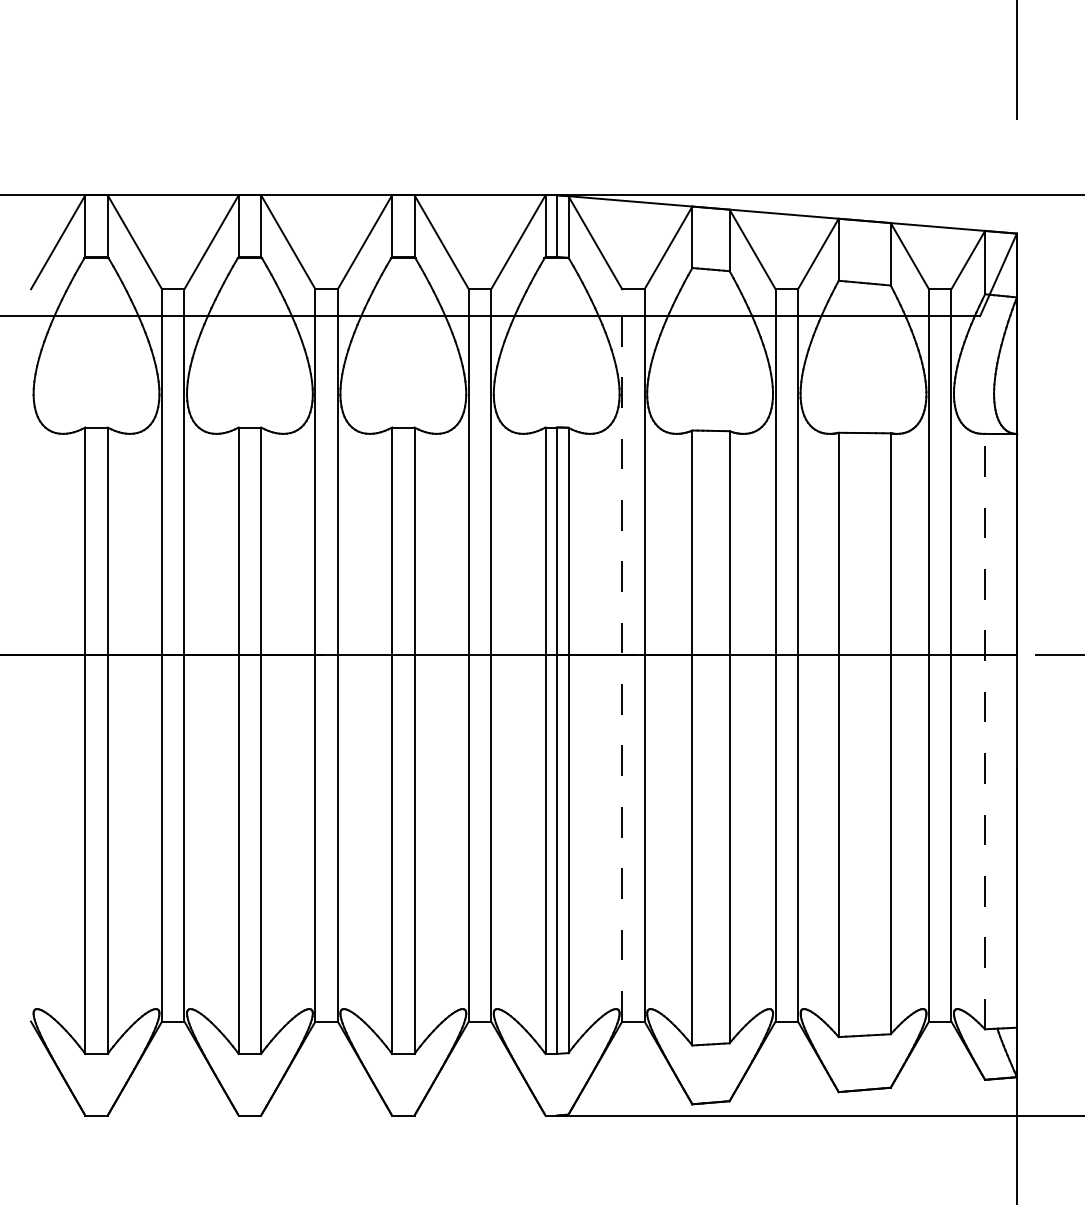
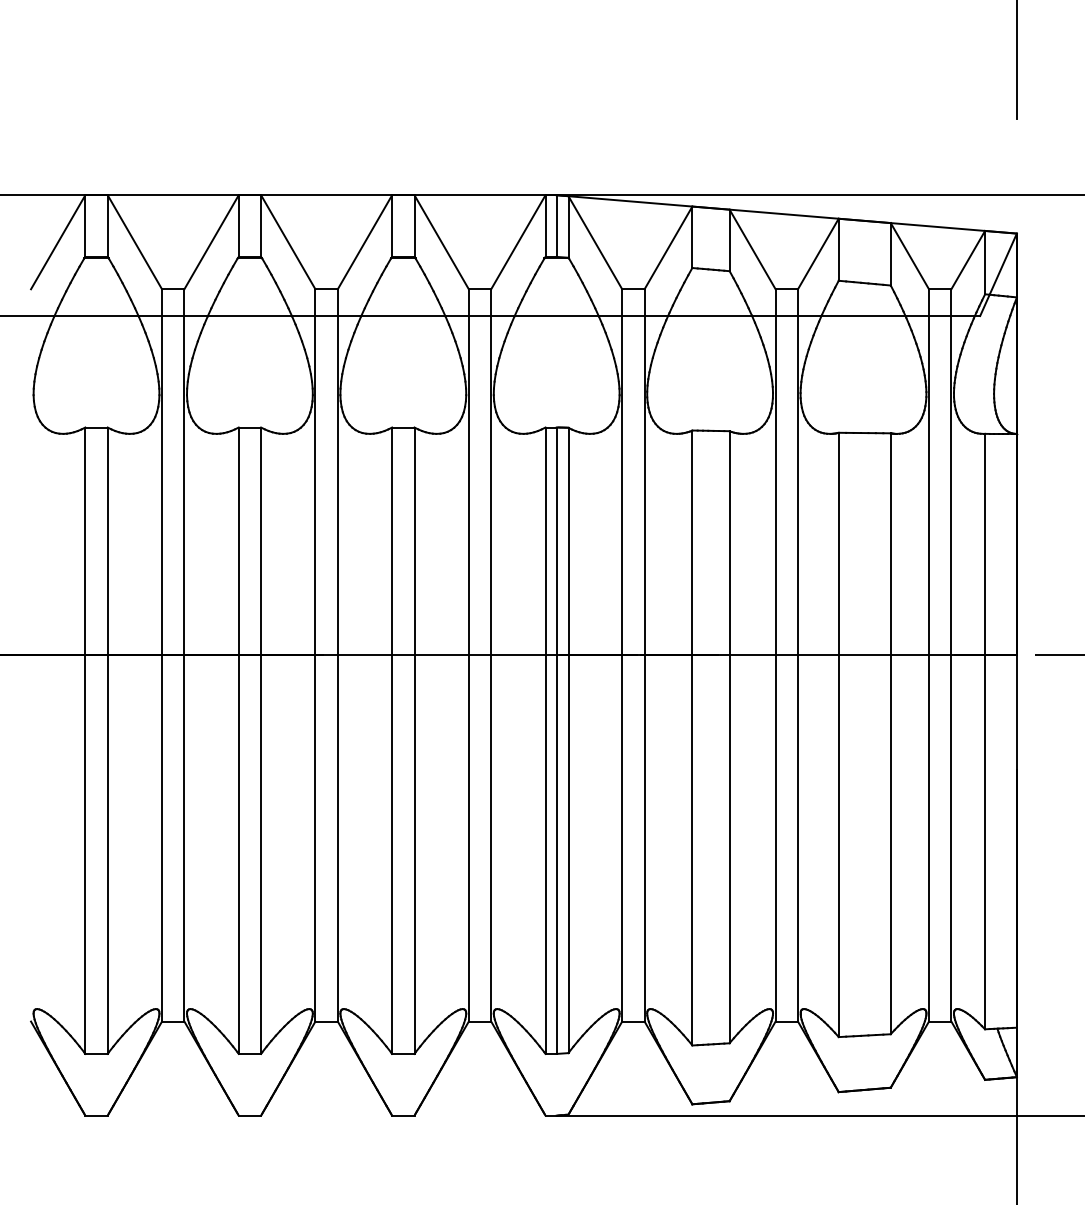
line at (622, 654): dashed -> solid
line at (985, 731): dashed -> solid
